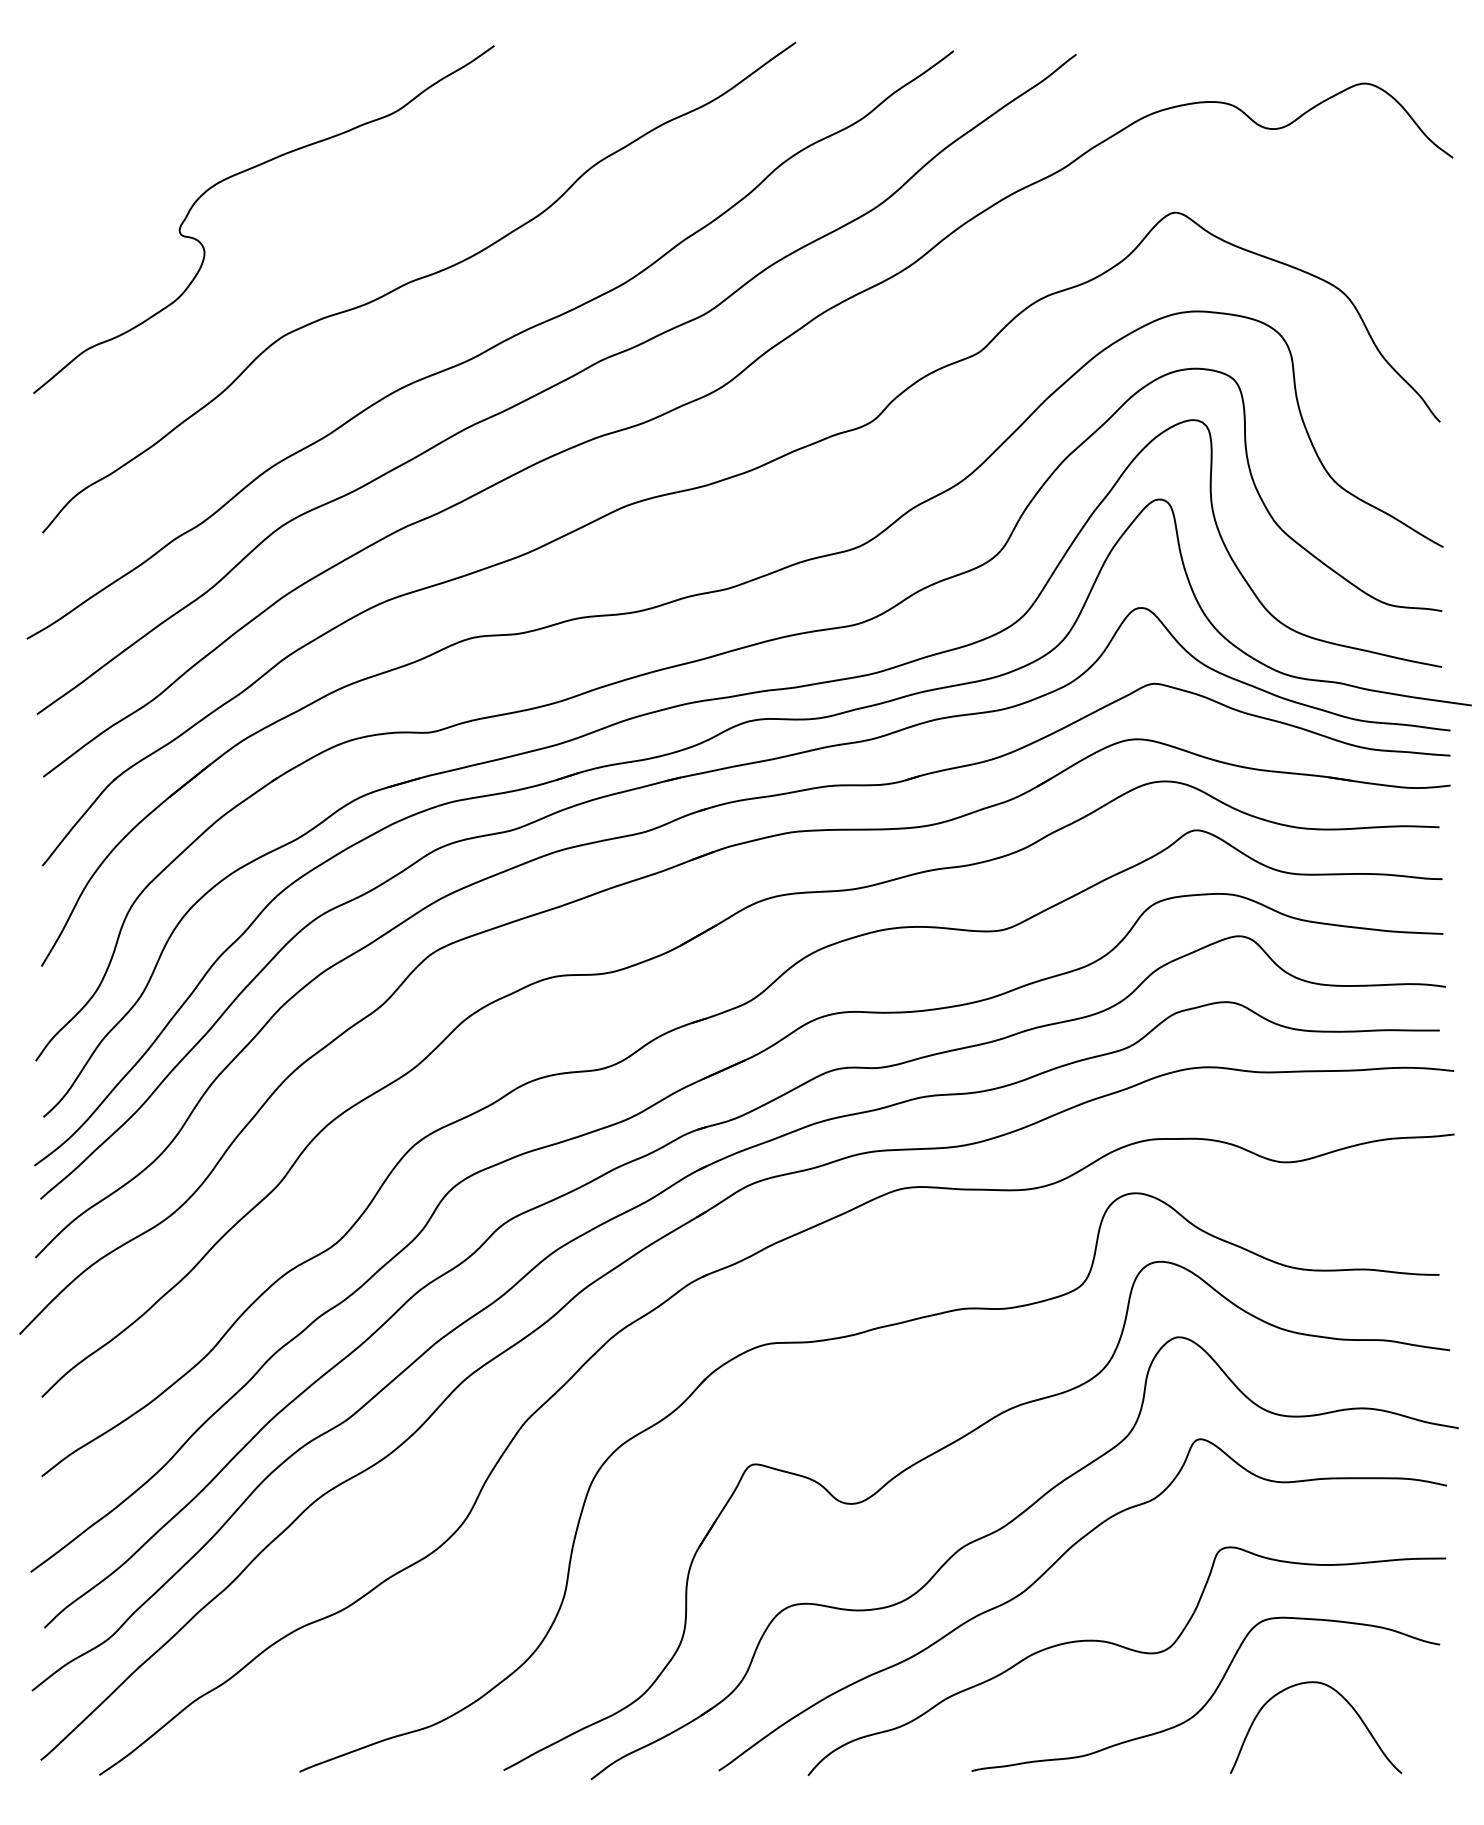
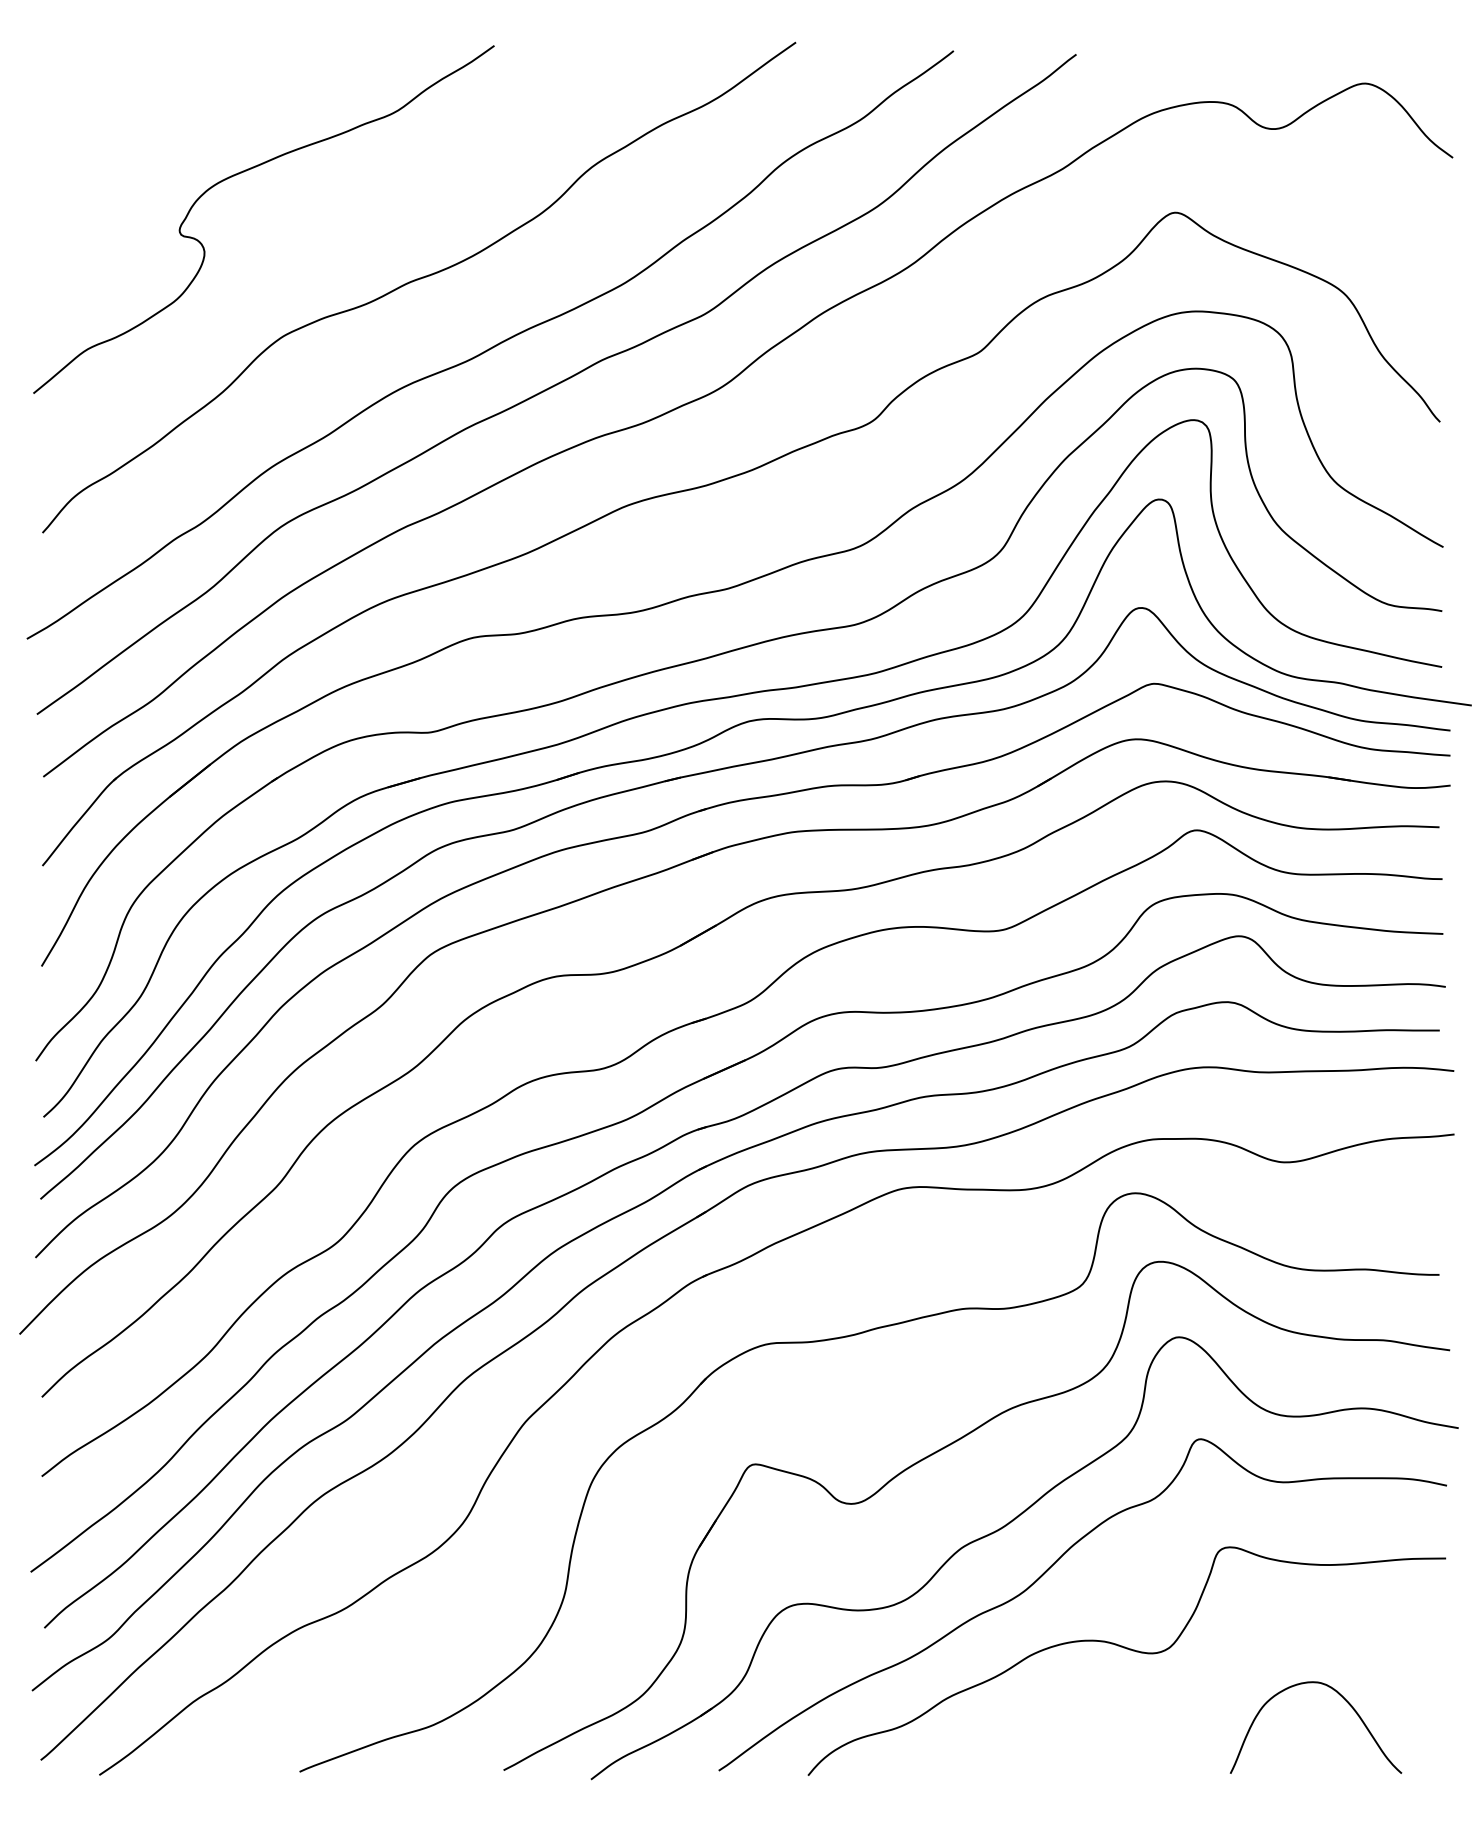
curve at (1209, 1697): present -> none
